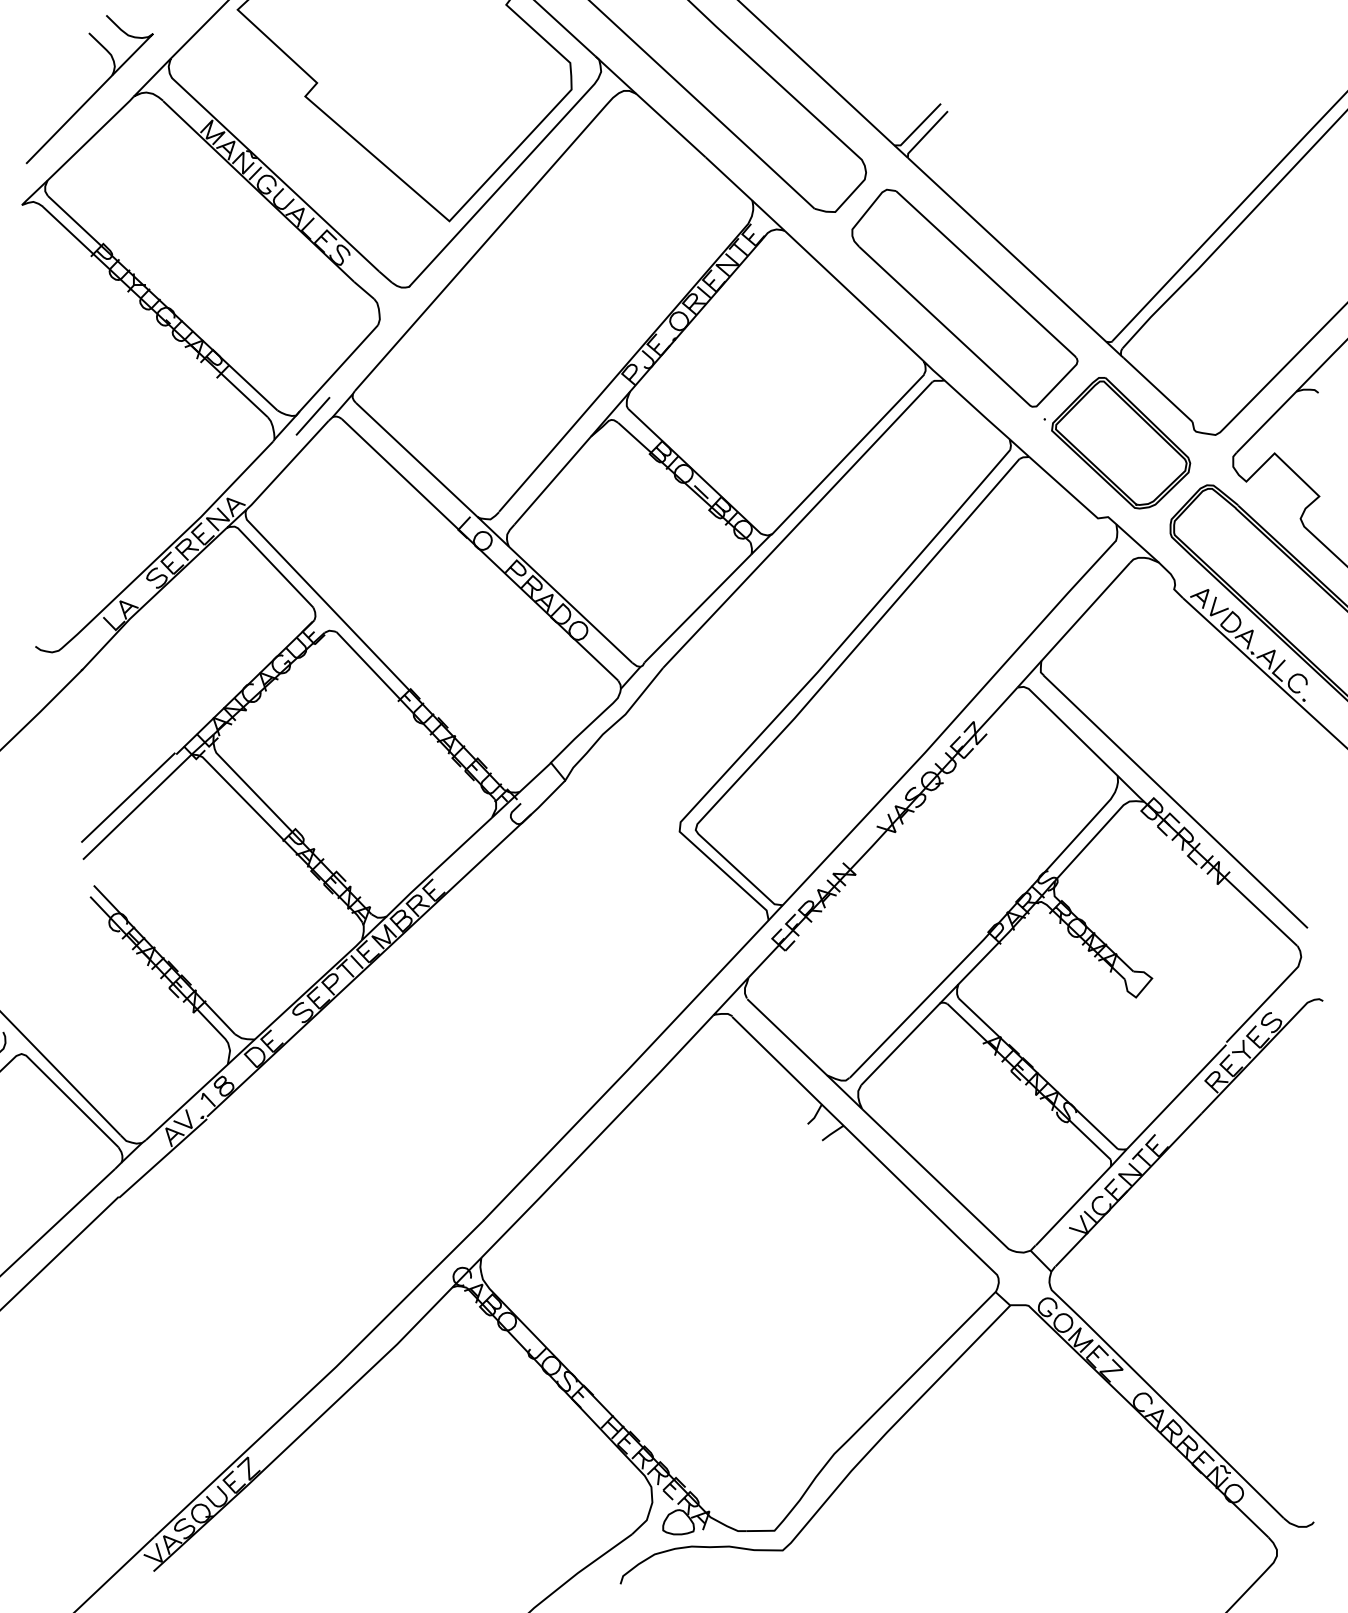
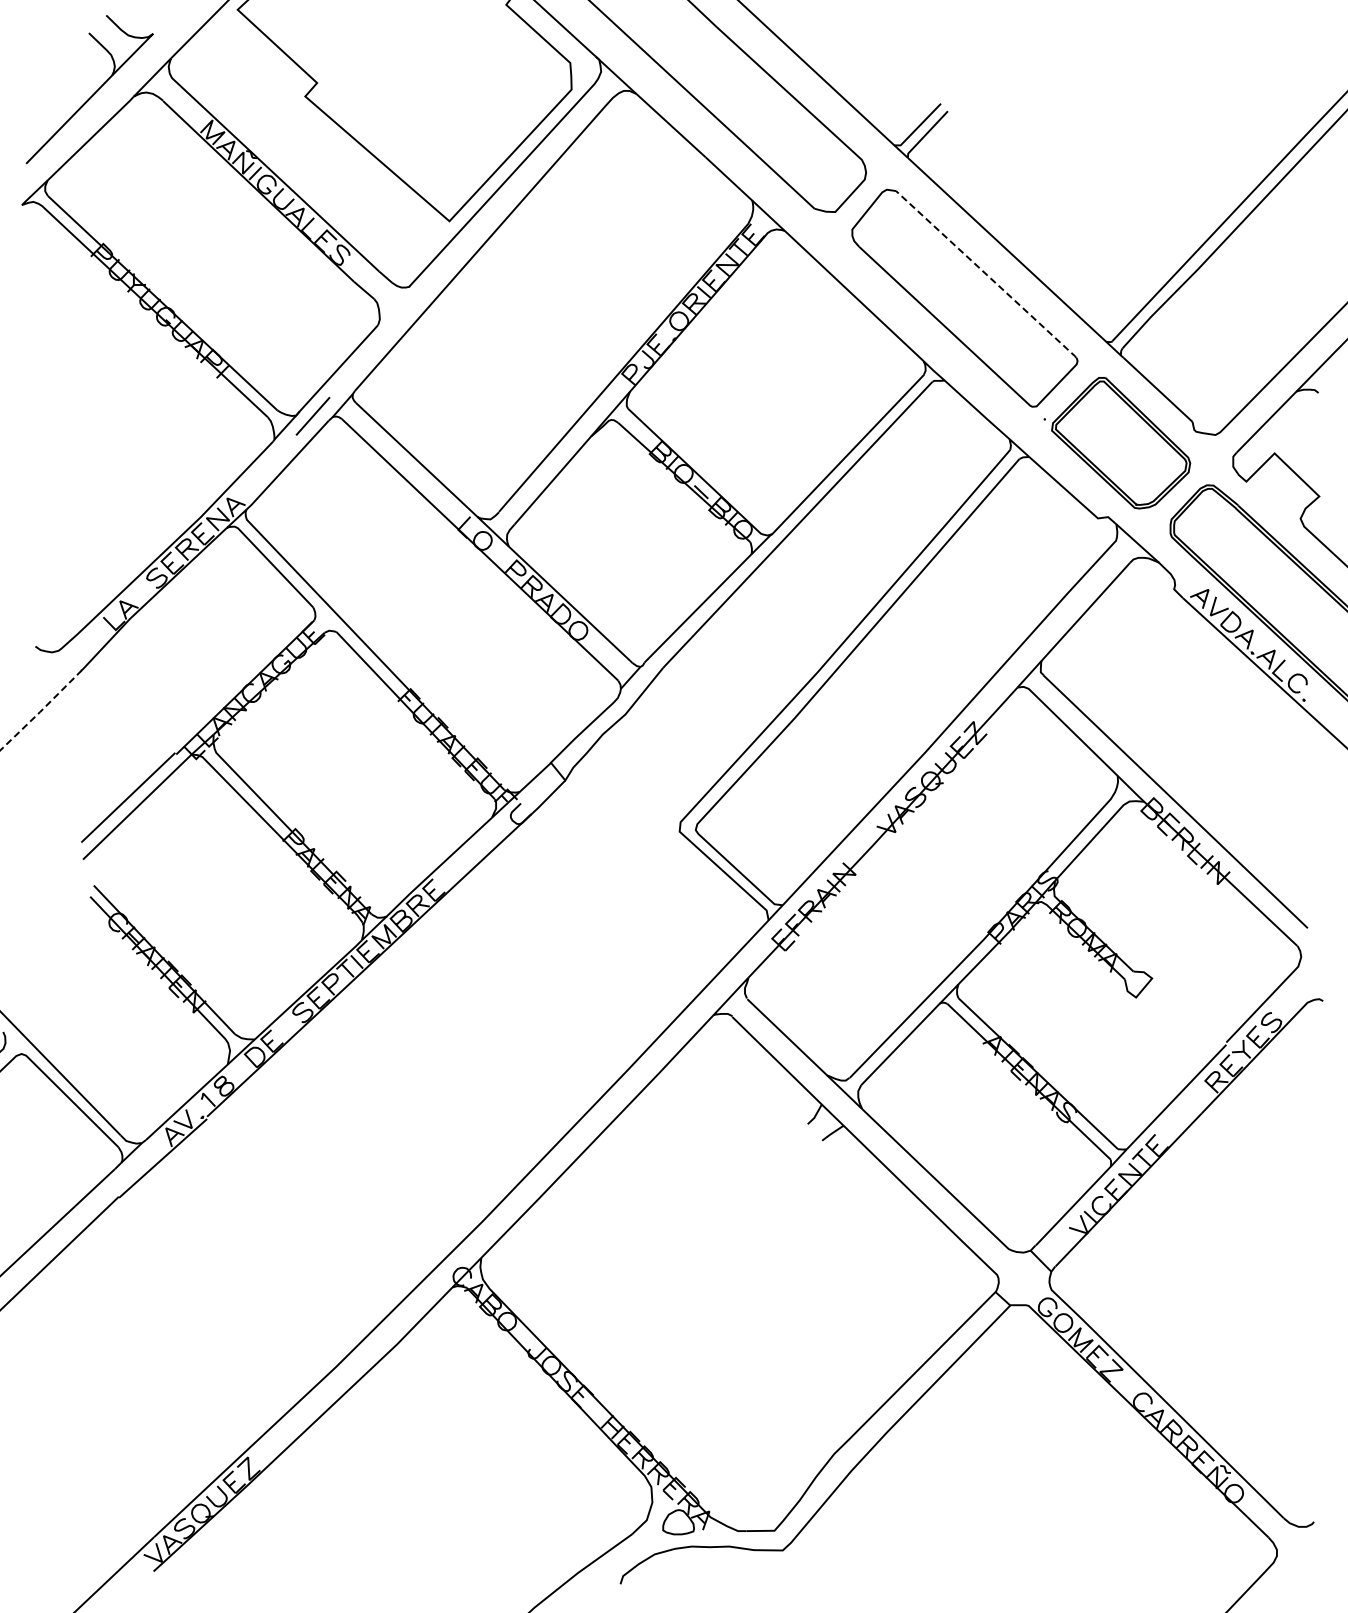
line at (987, 274): solid -> dashed
line at (41, 710): solid -> dashed
